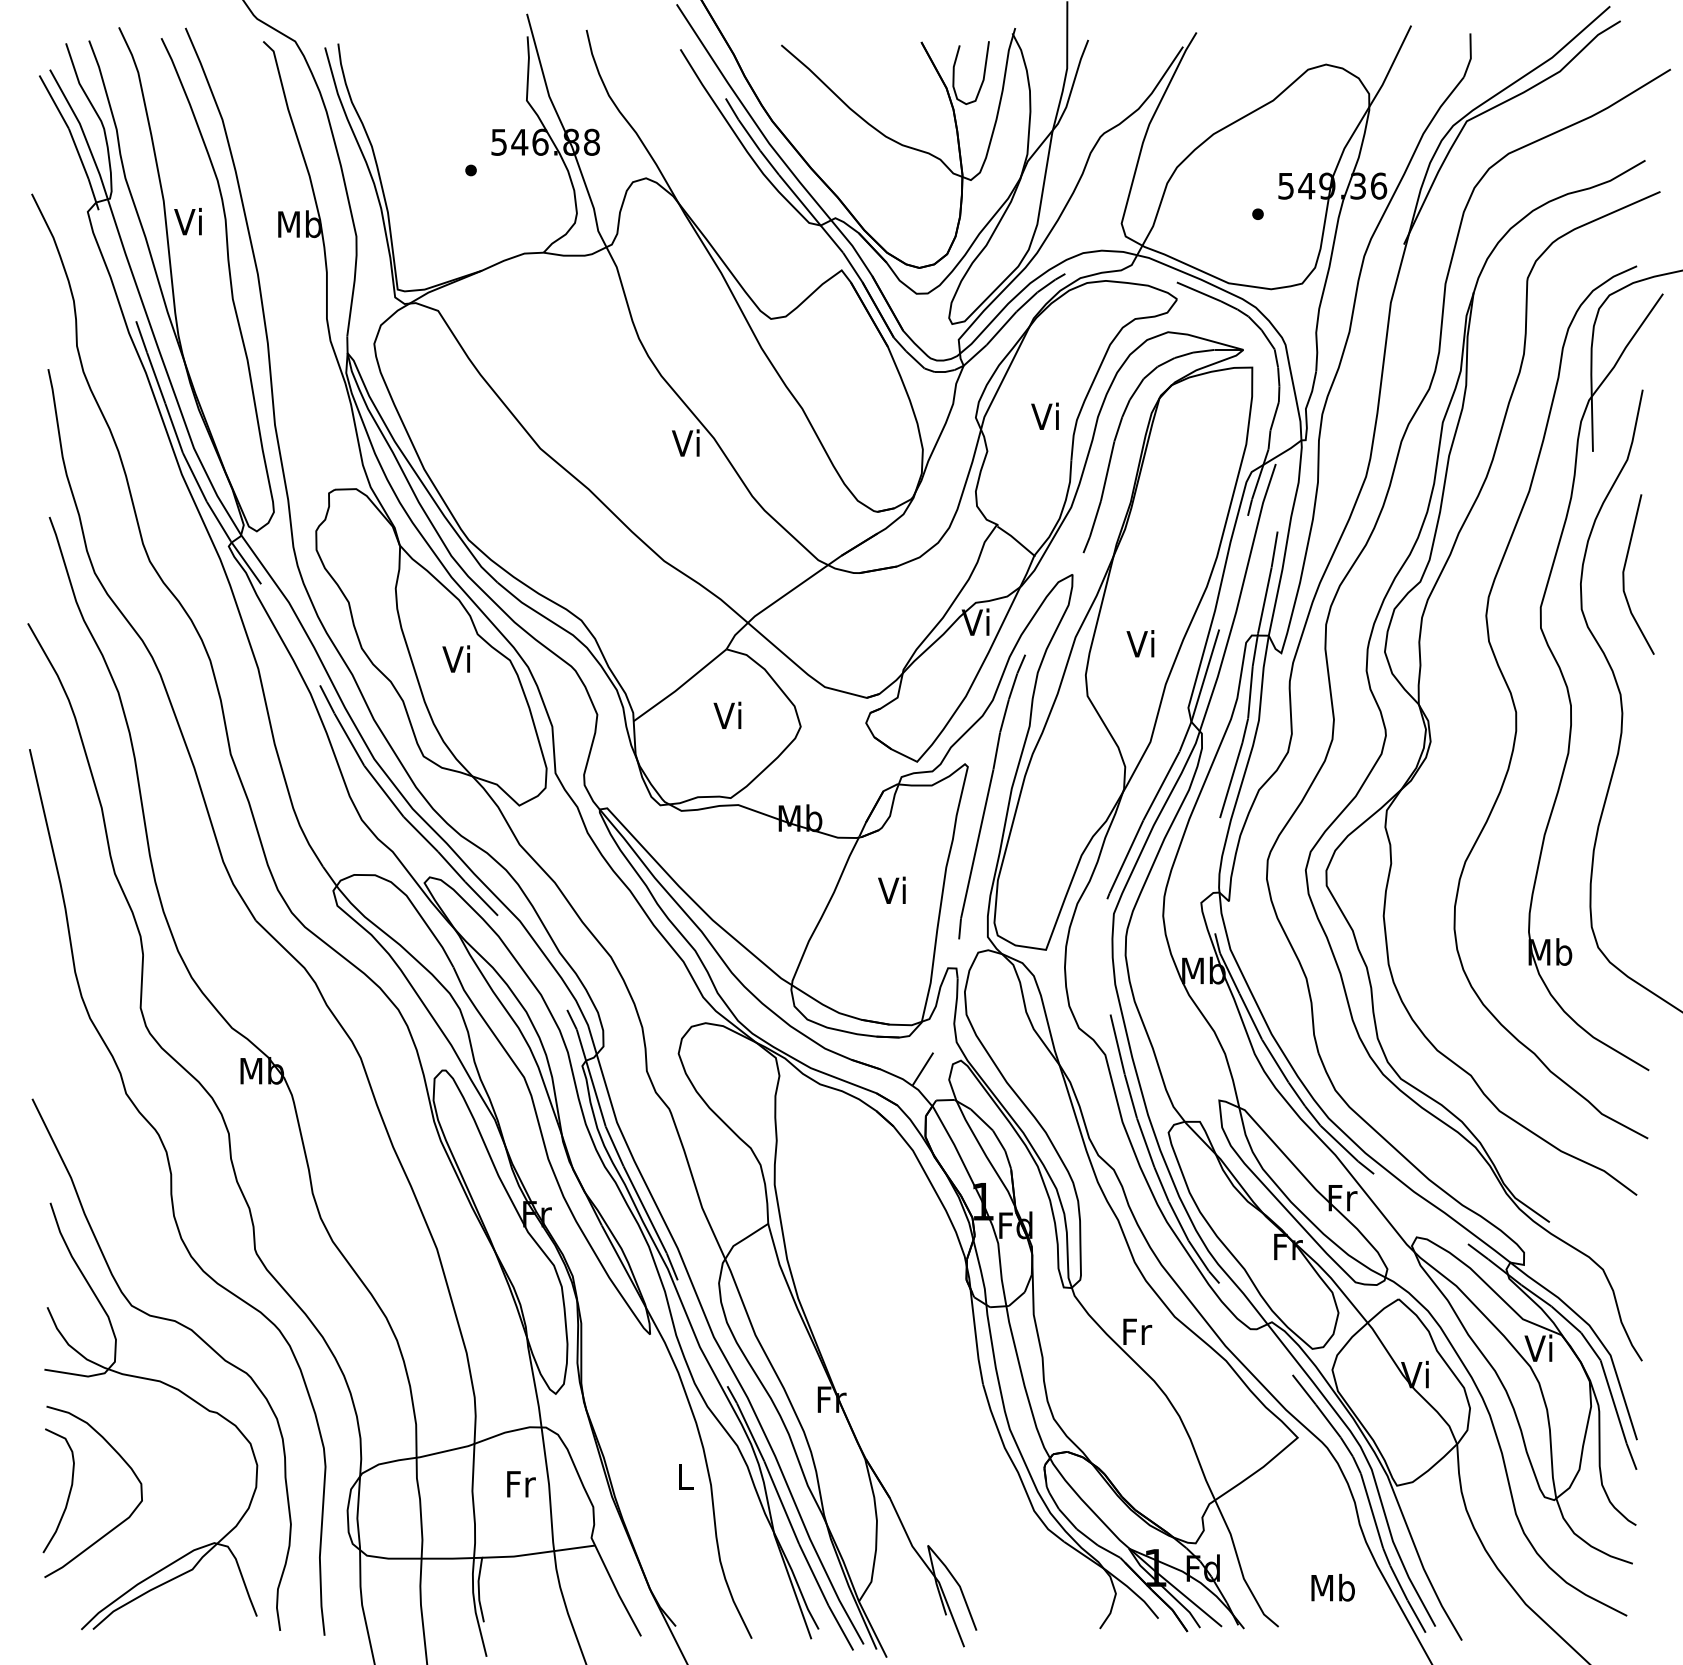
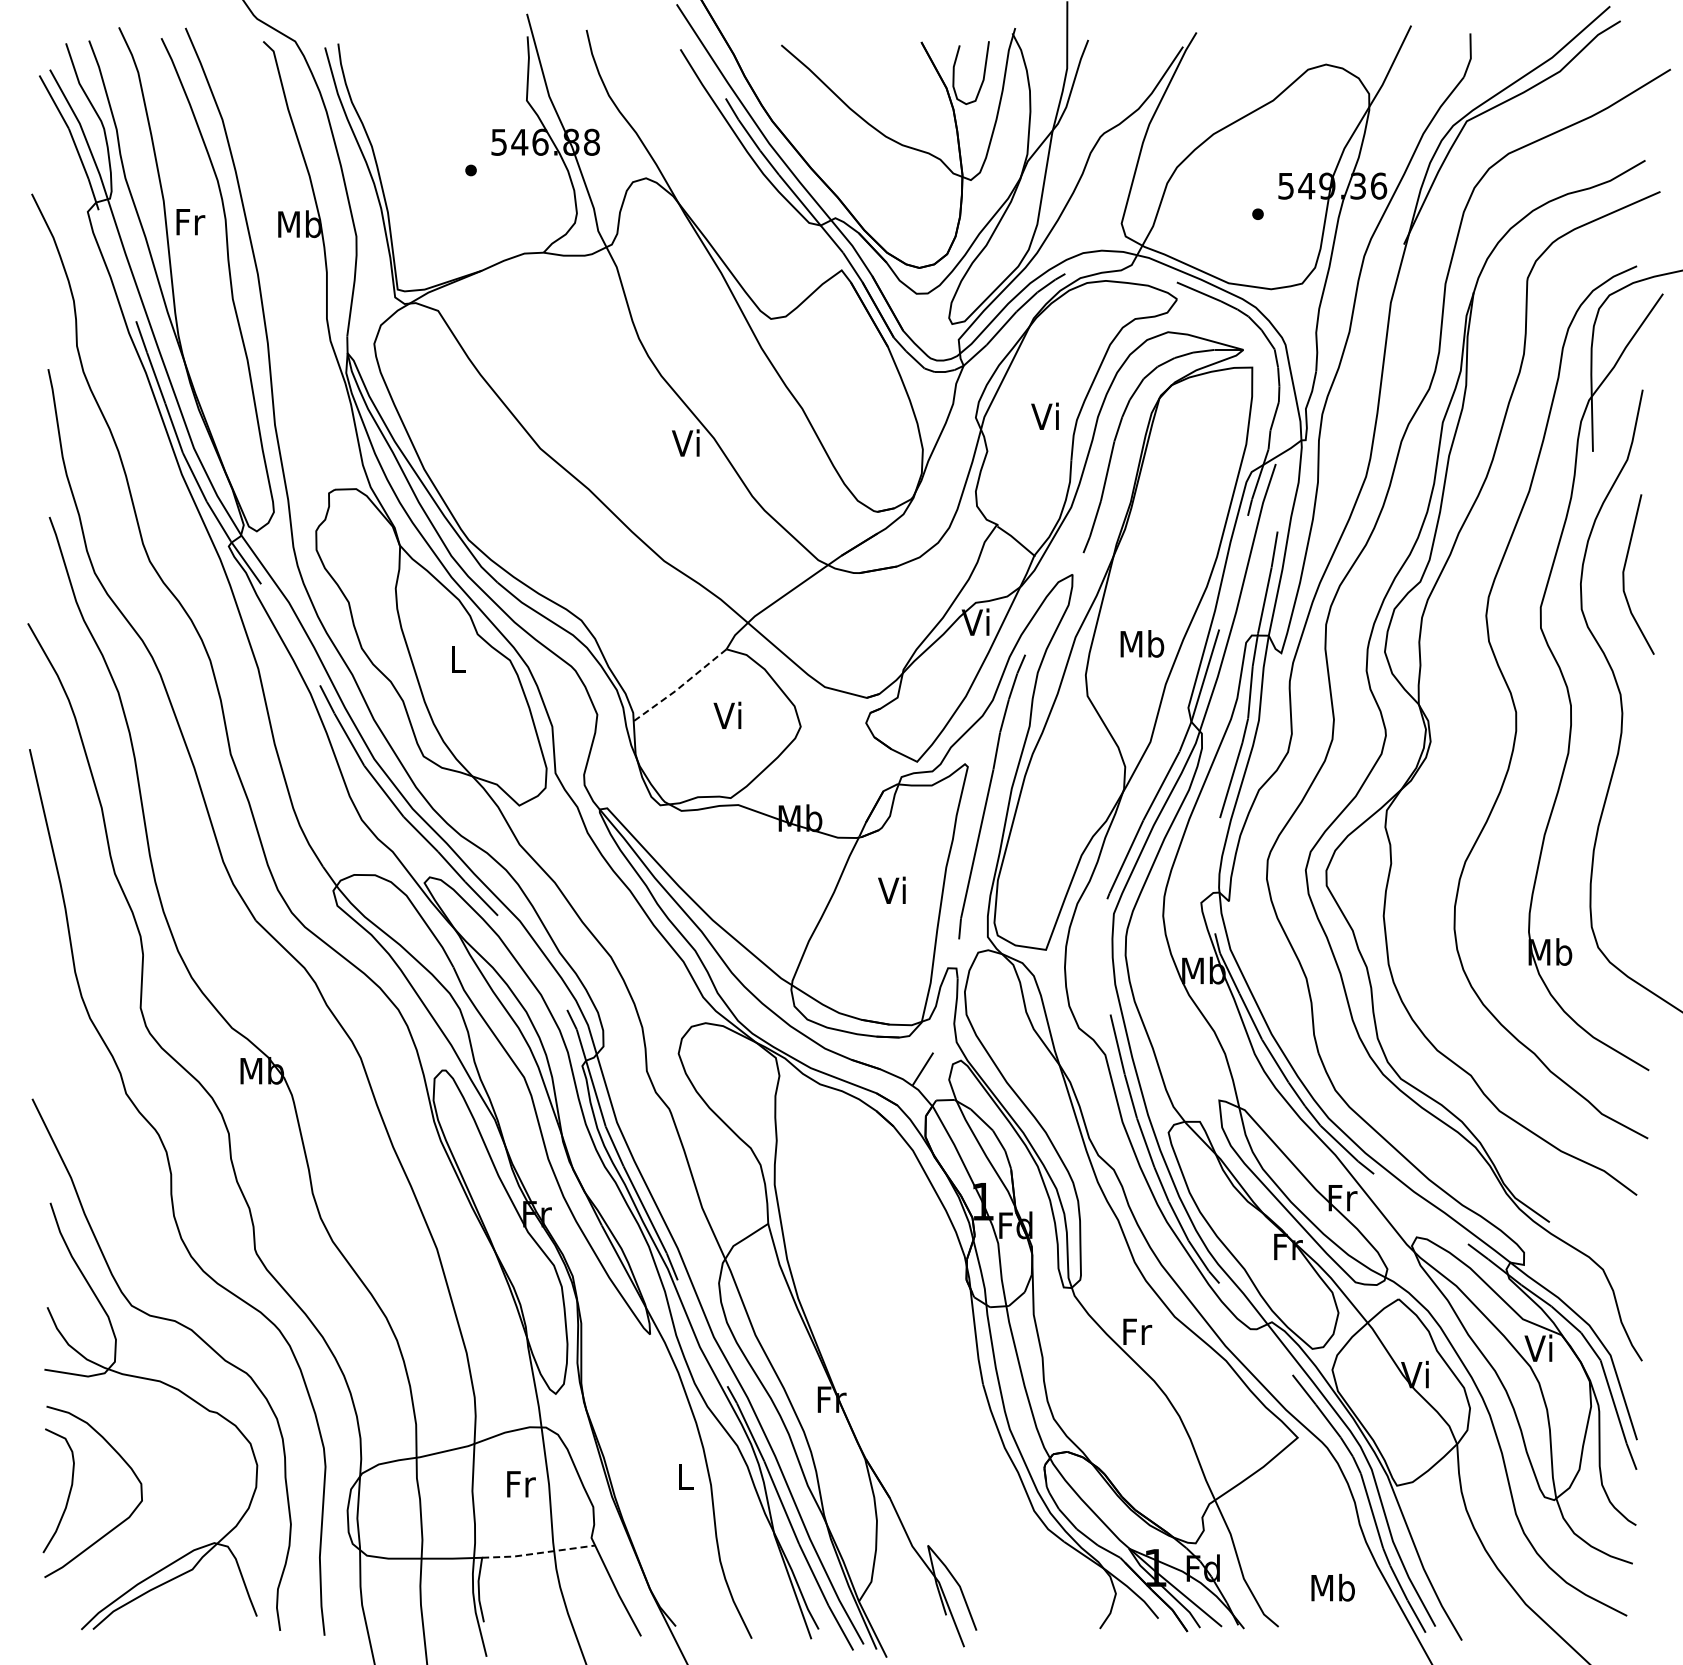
text at (189, 221): Vi -> Fr
text at (1142, 643): Vi -> Mb
text at (455, 658): Vi -> L
line at (680, 686): solid -> dashed
line at (538, 1553): solid -> dashed
